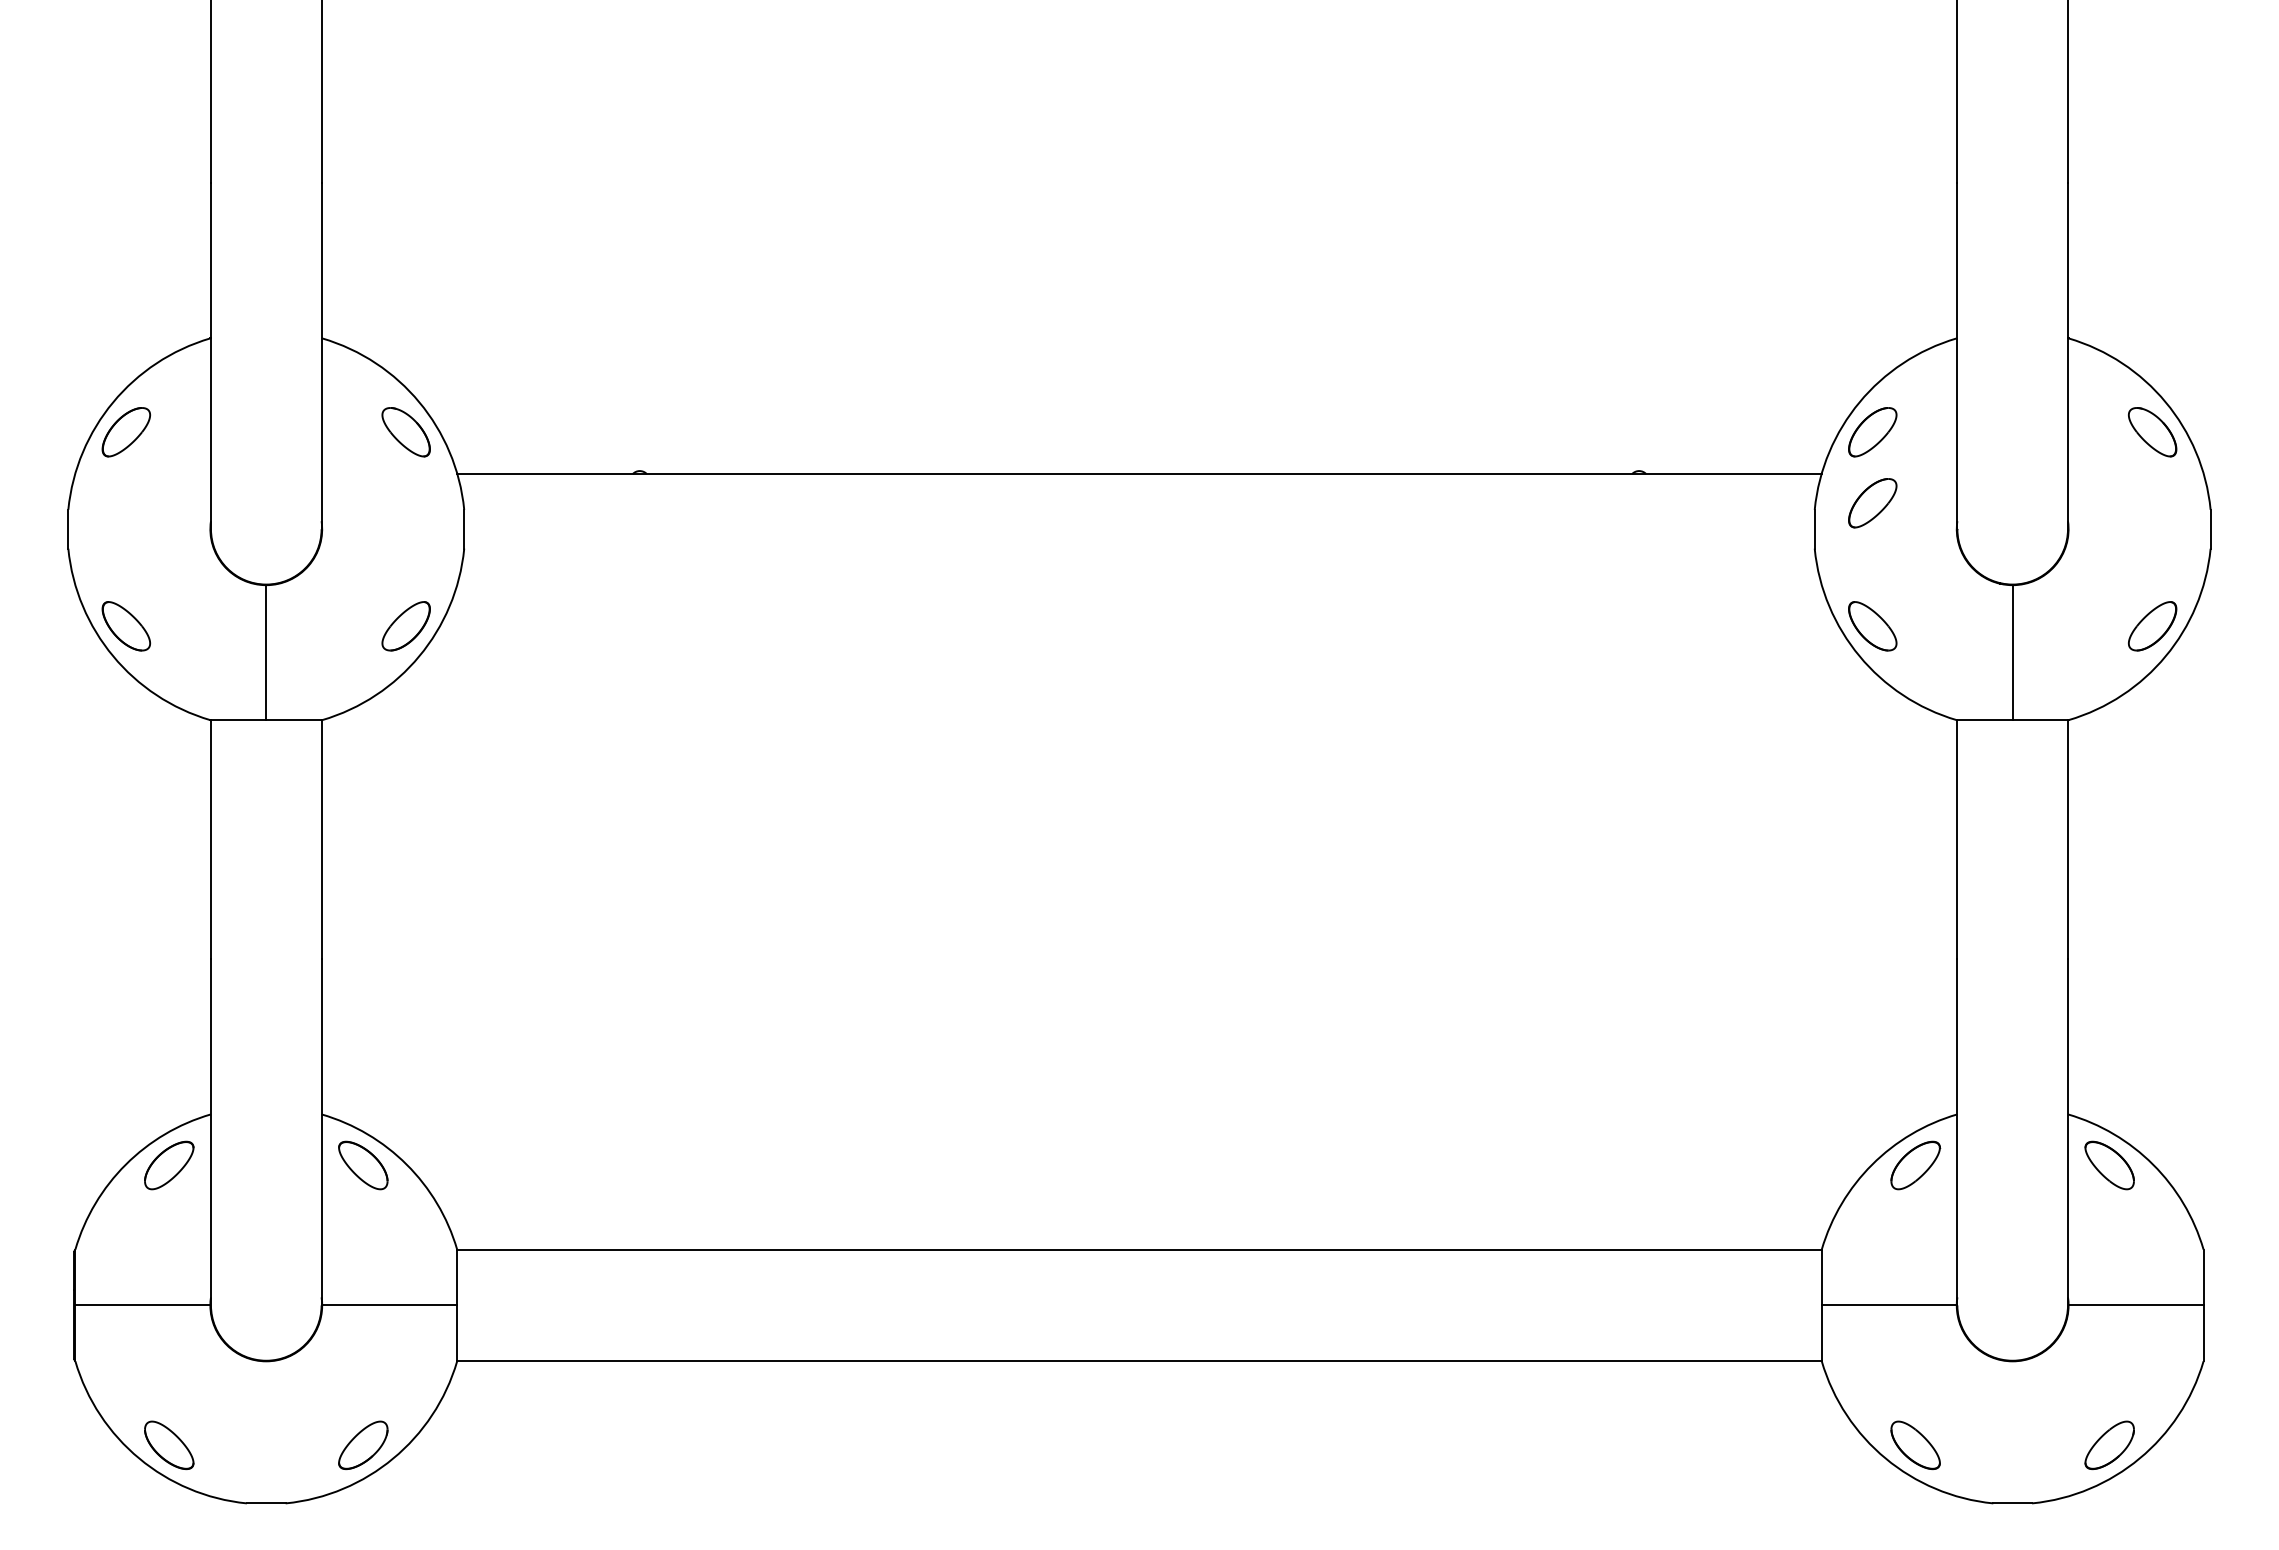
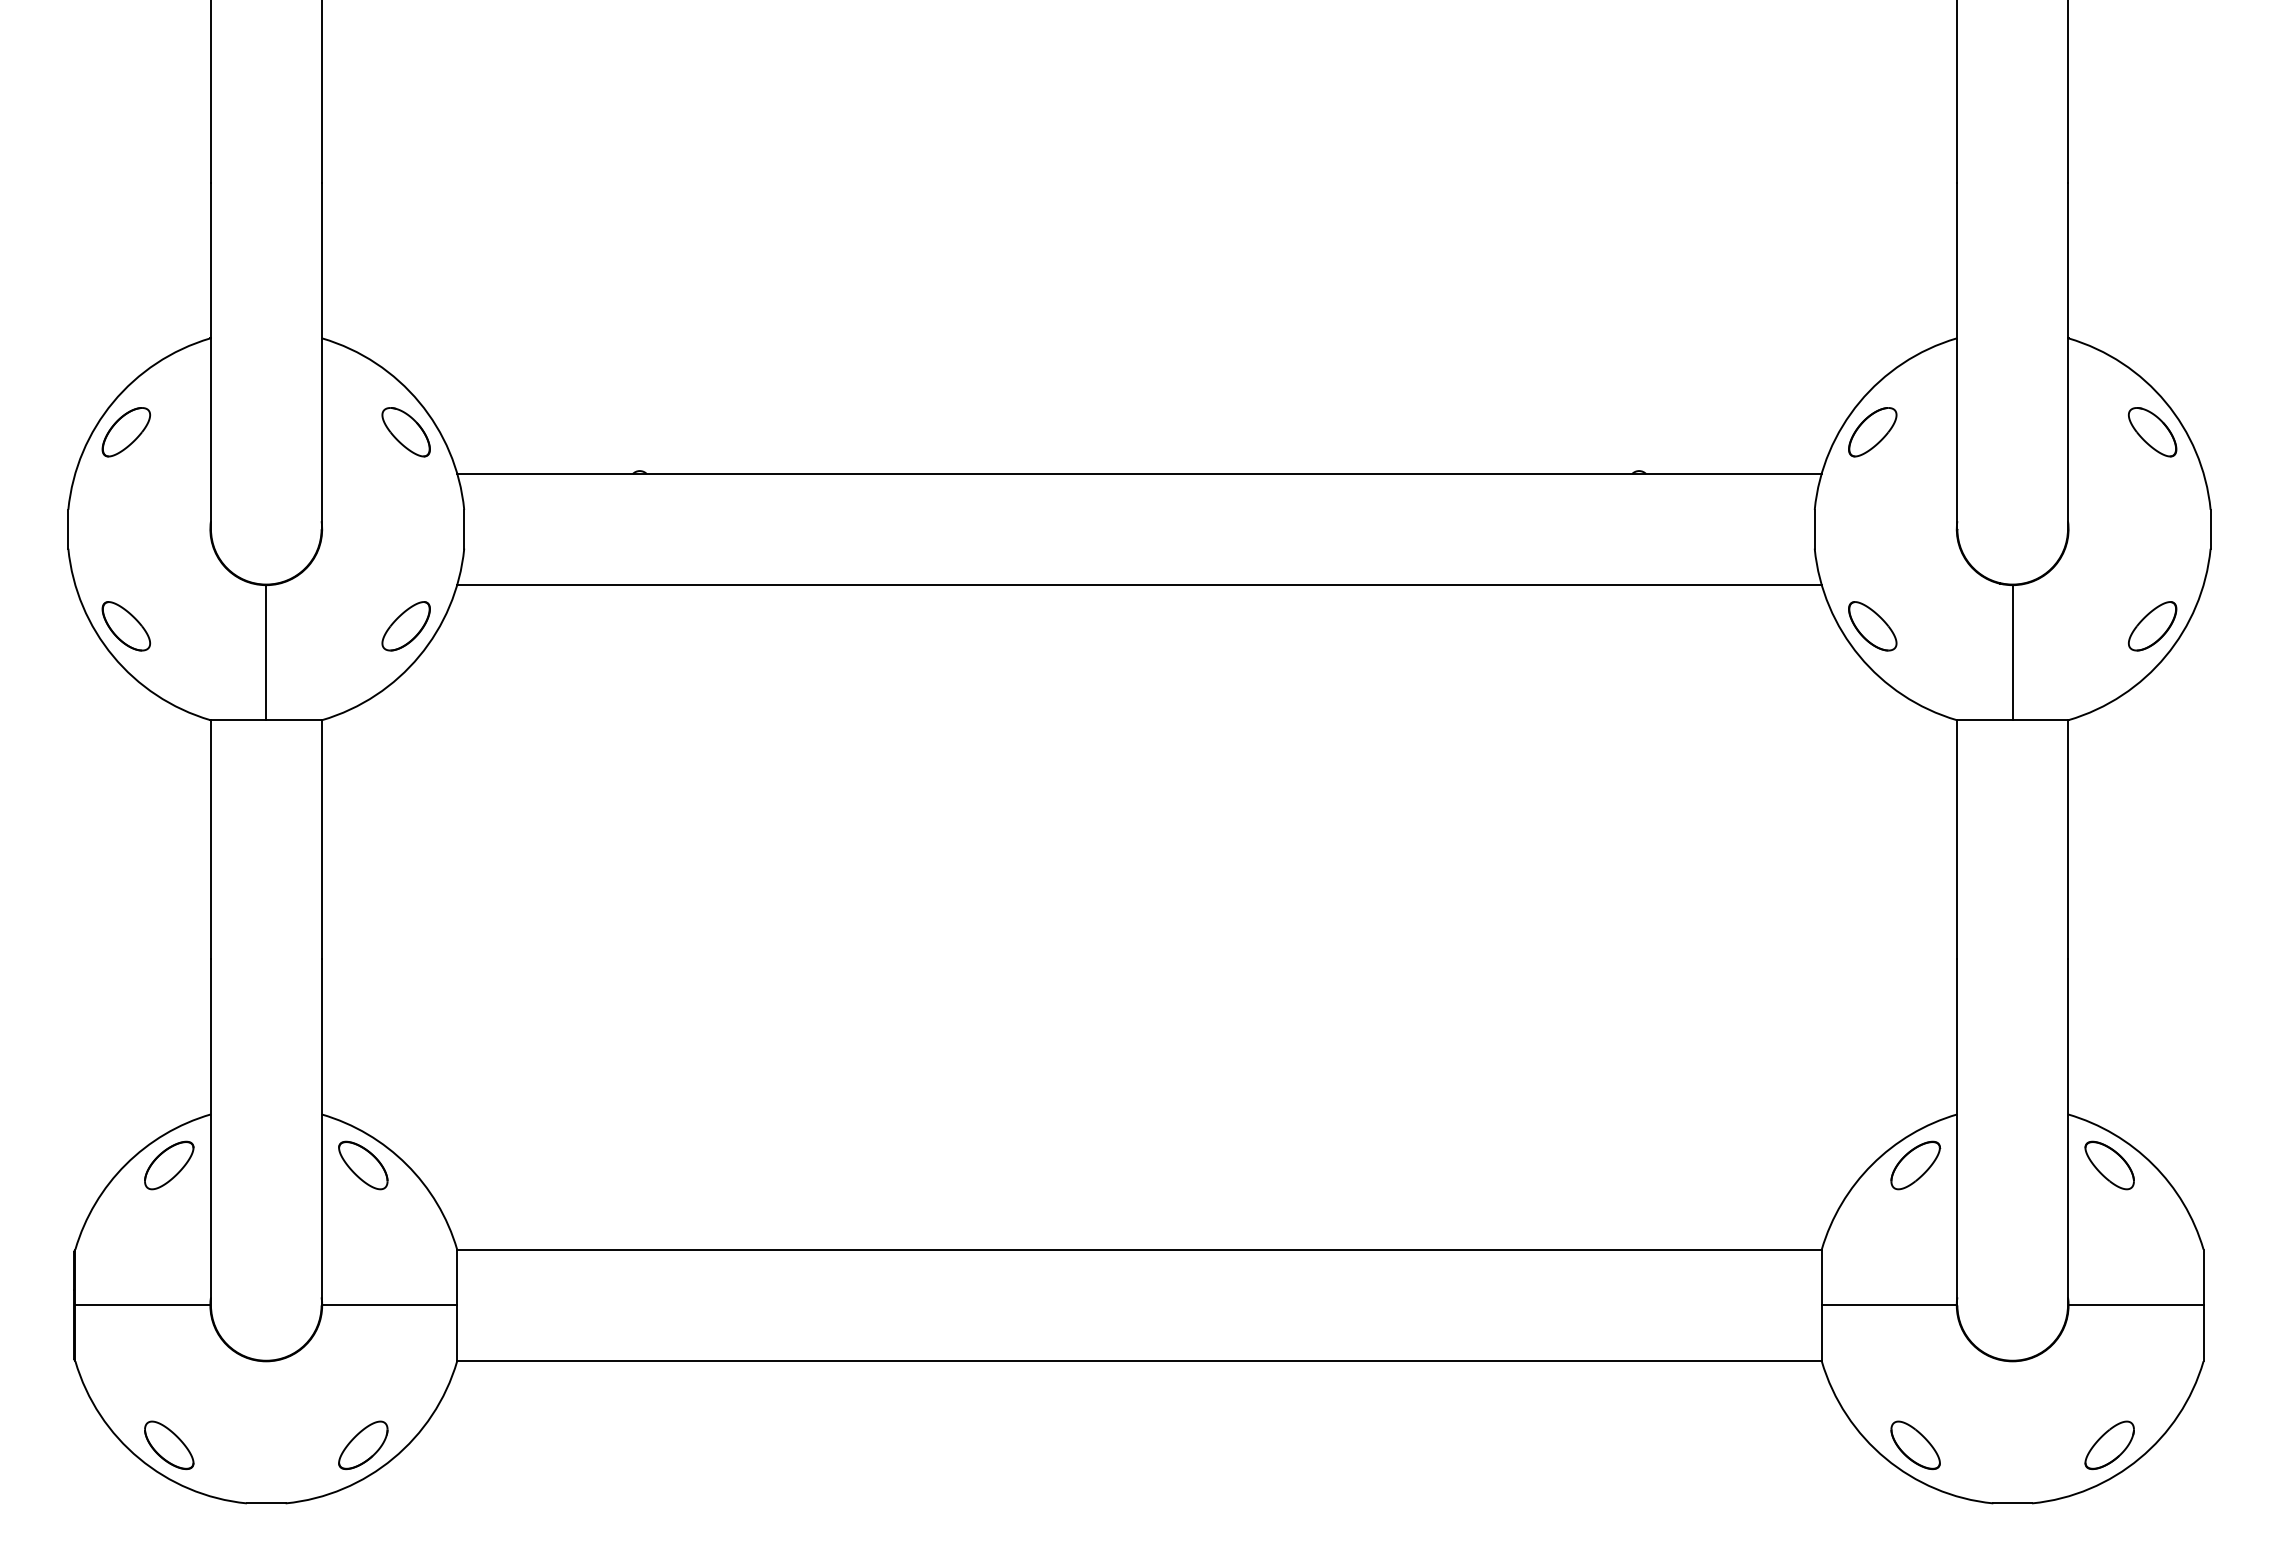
part at (1872, 503): present -> none
line at (1139, 584): none -> present
